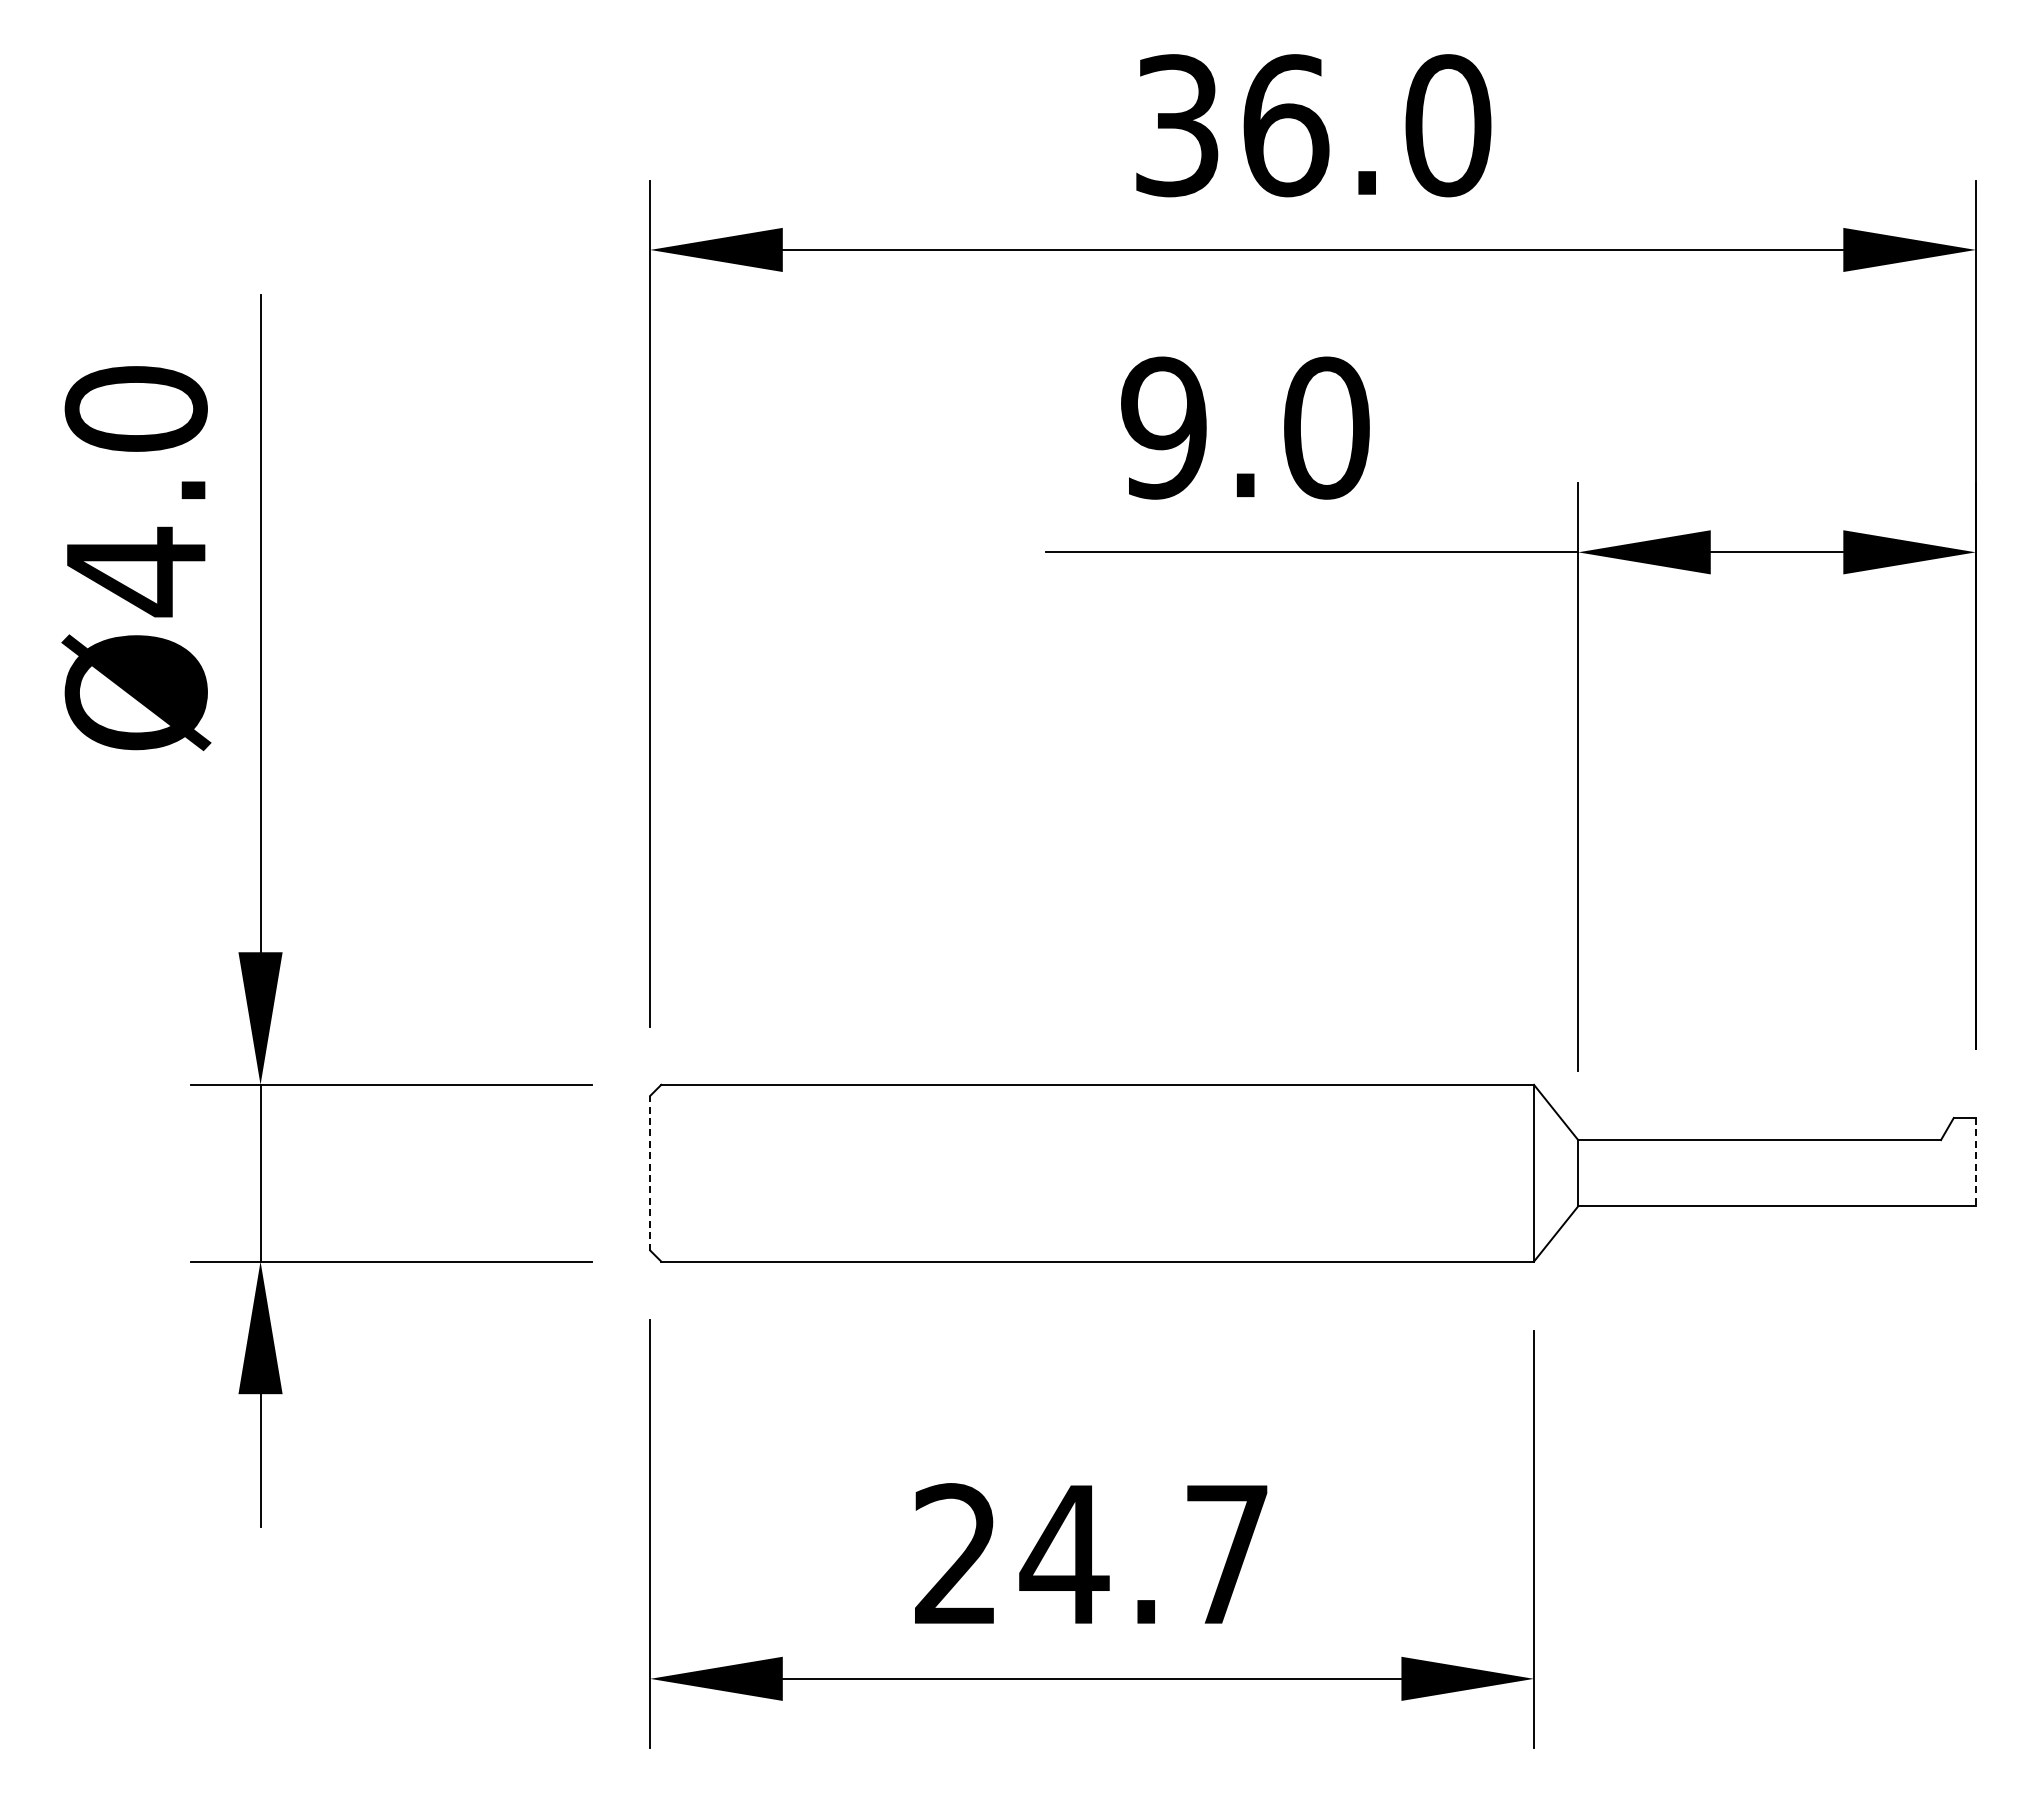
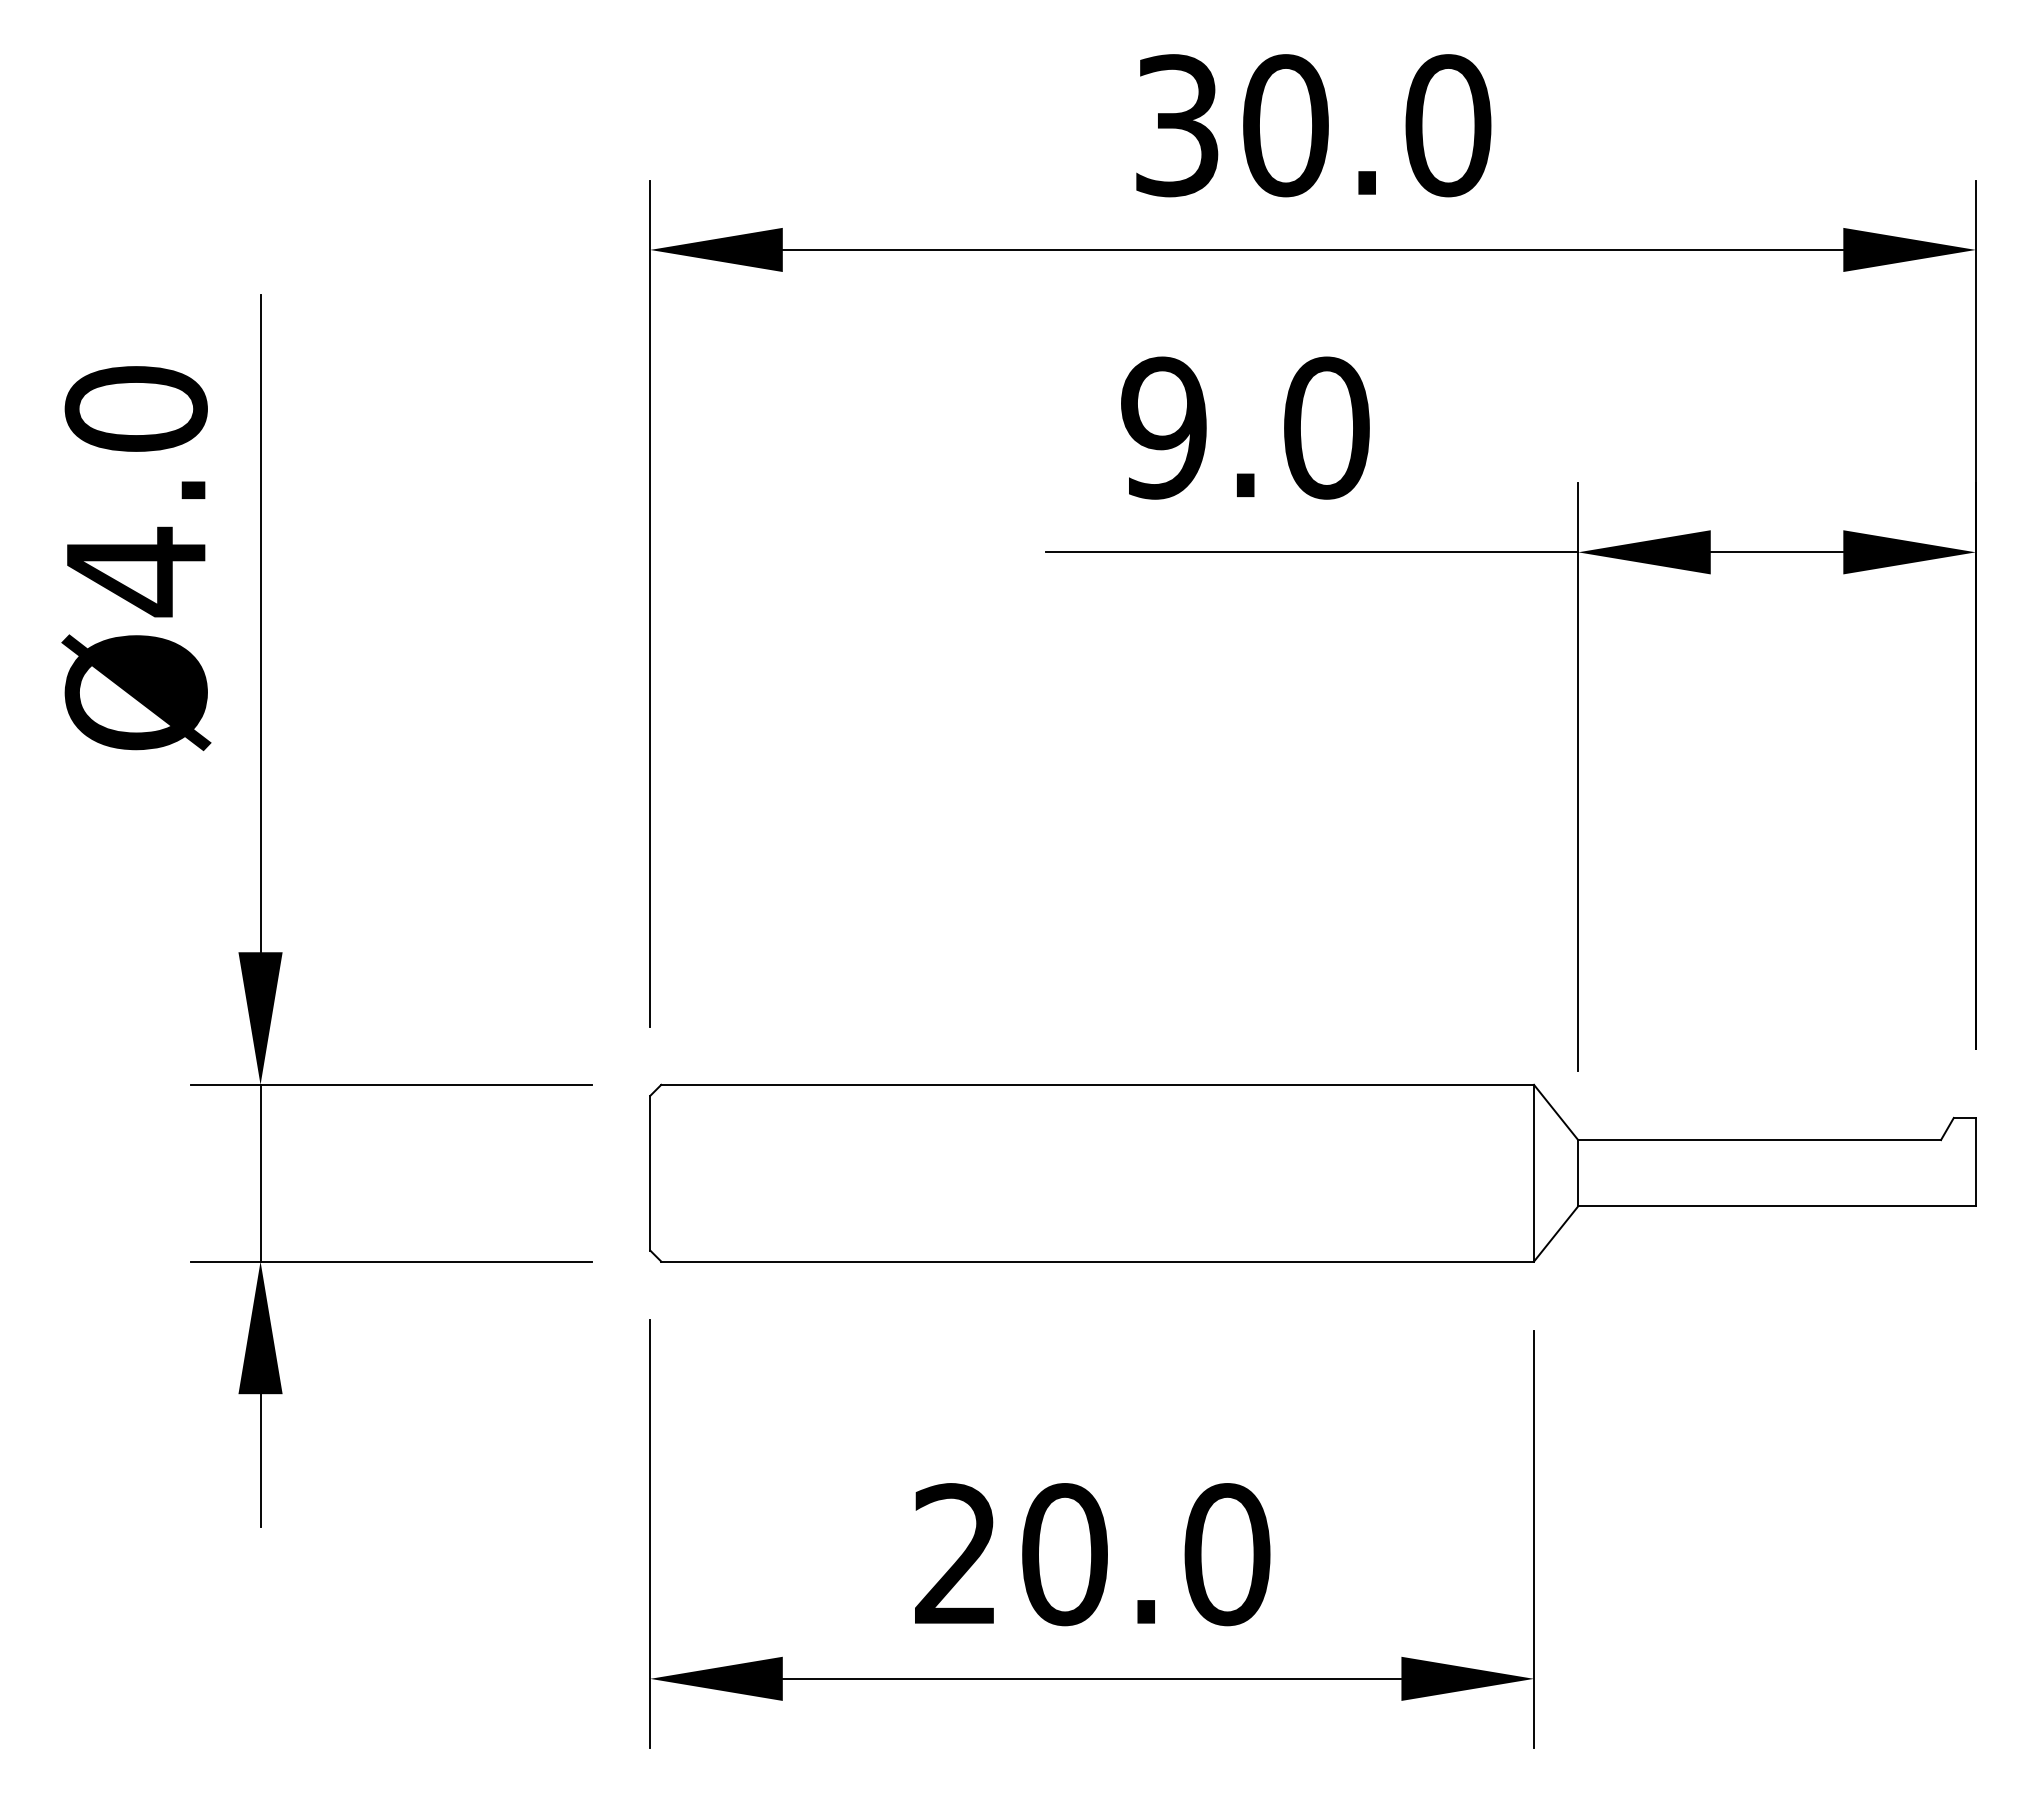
text at (1286, 125): 36.0 -> 30.0
line at (1975, 1162): dashed -> solid
line at (650, 1172): dashed -> solid
text at (1144, 1554): 24.7 -> 20.0
